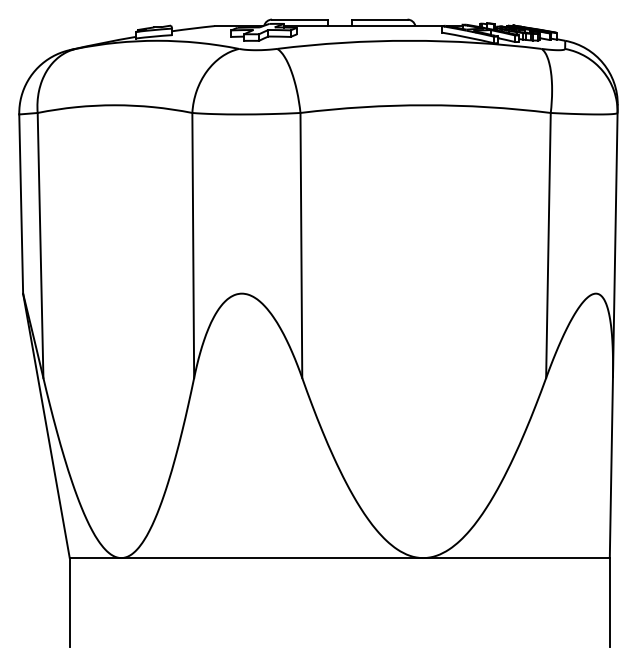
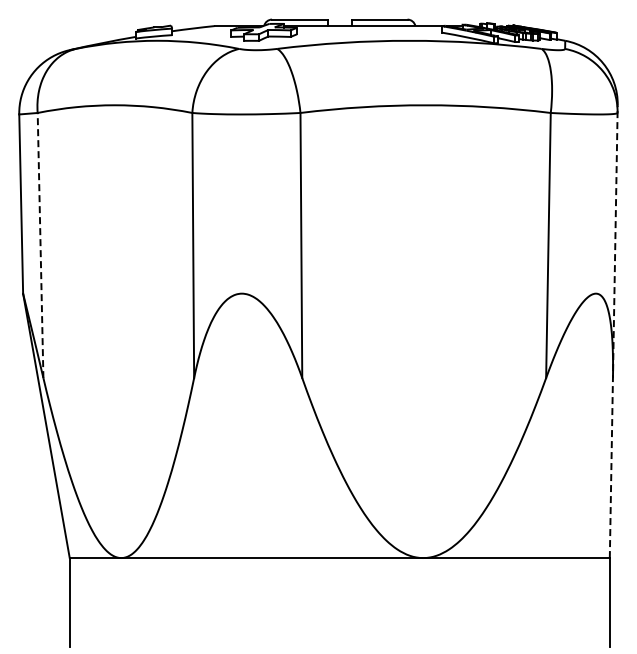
line at (40, 245): solid -> dashed
line at (613, 331): solid -> dashed
